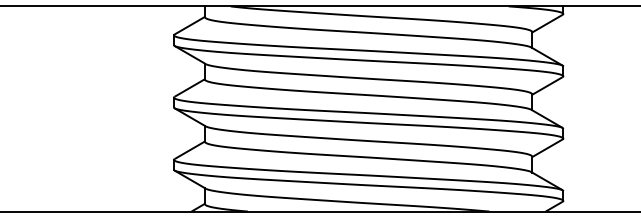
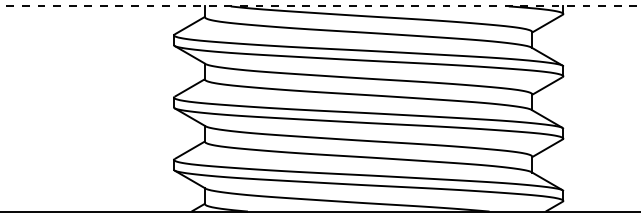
line at (319, 6): solid -> dashed
